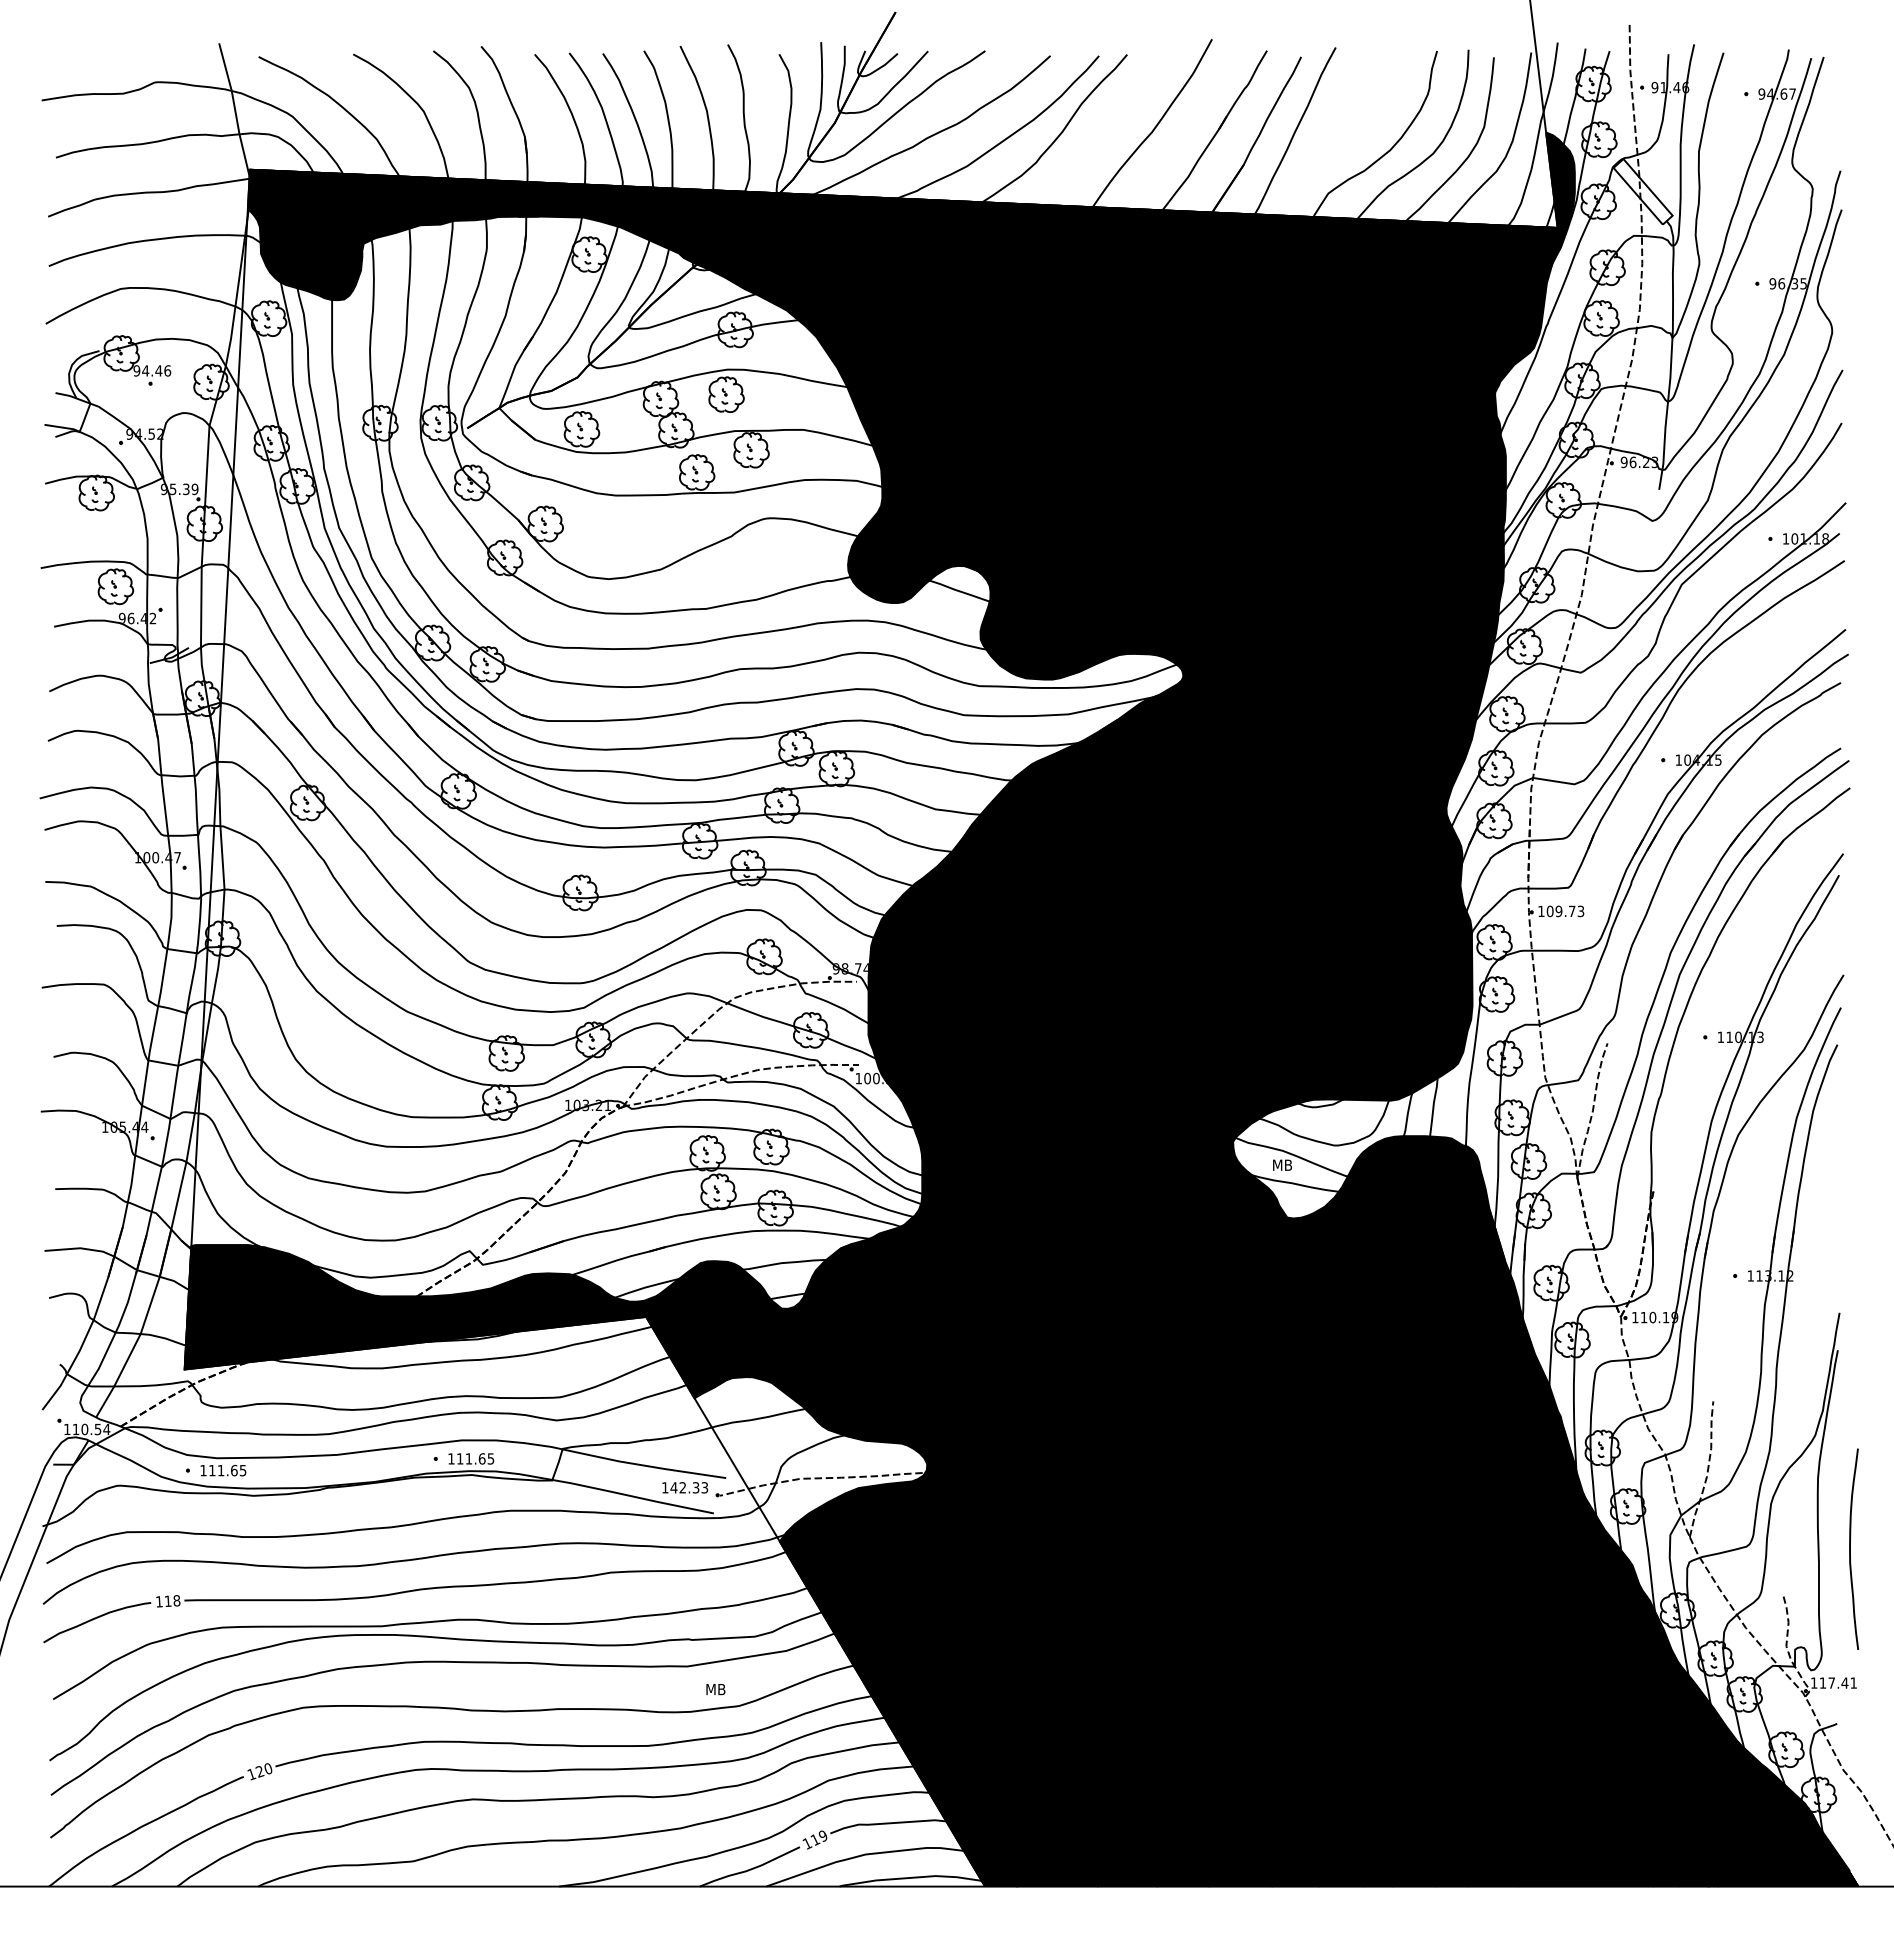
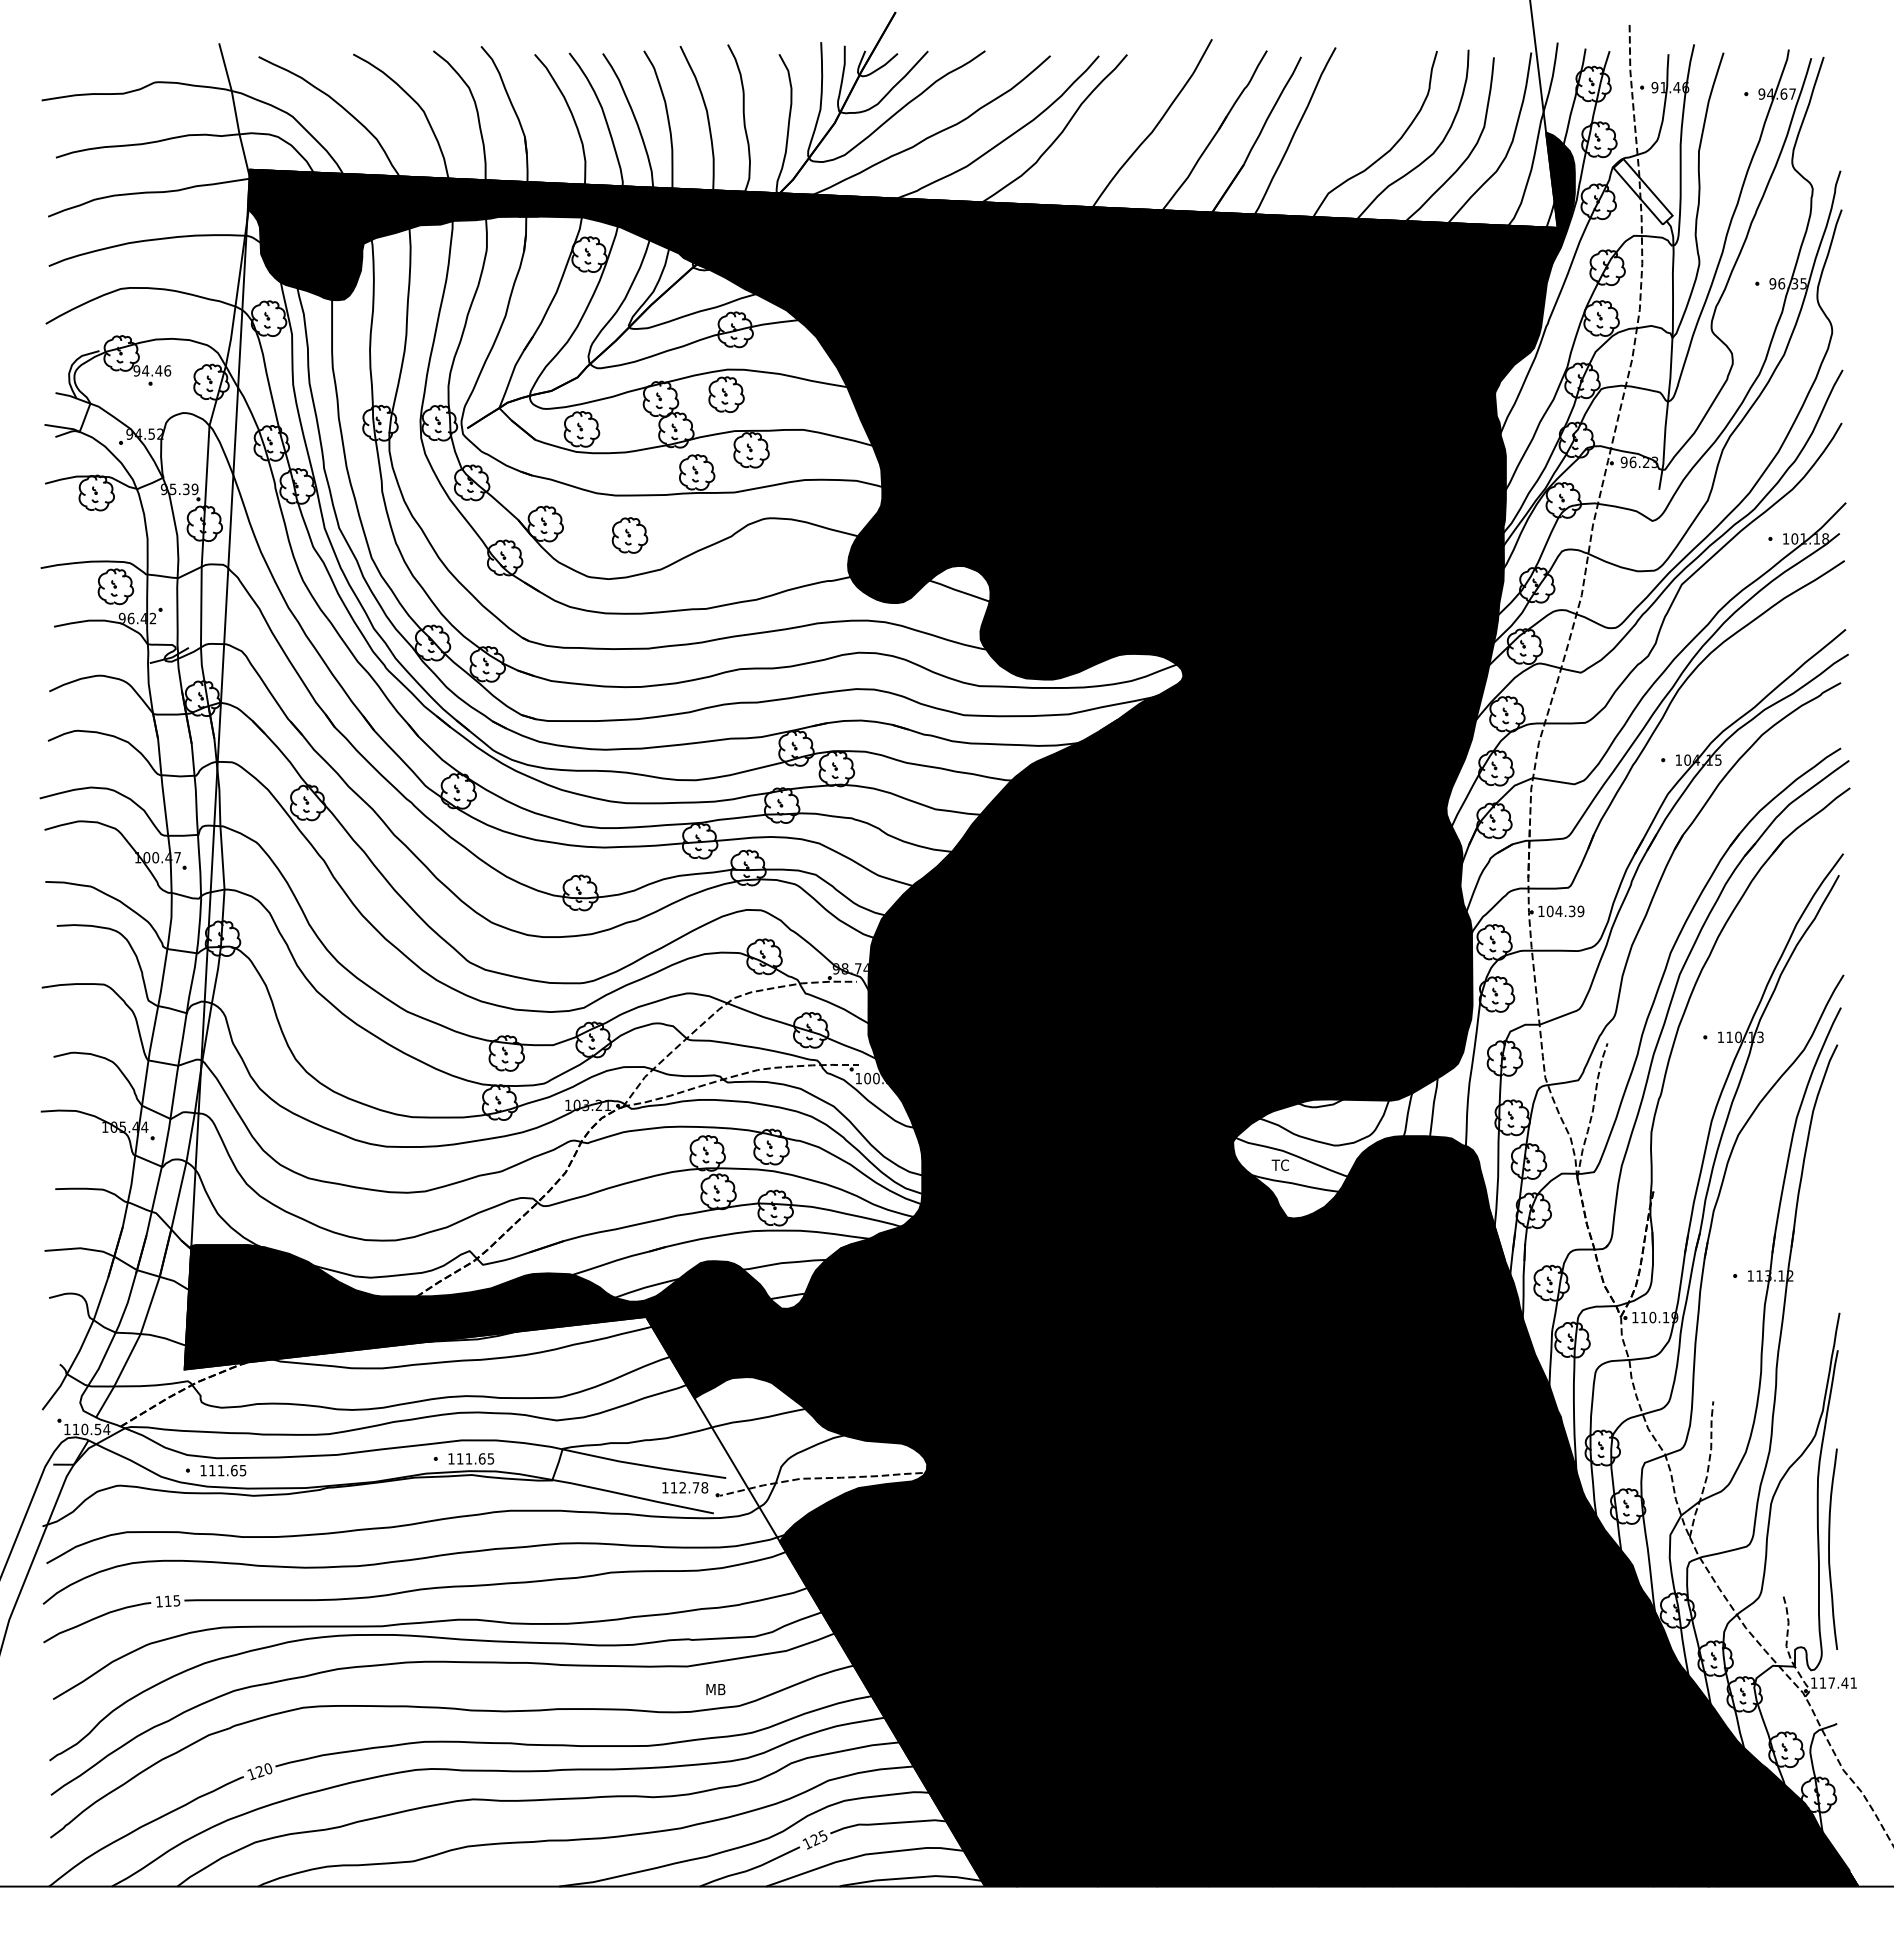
part at (629, 535): none -> present
text at (1569, 911): 109.73 -> 104.39
text at (1281, 1164): MB -> TC
text at (689, 1487): 142.33 -> 112.78
curve at (1850, 1548) position: (1850, 1548) -> (1829, 1548)
text at (176, 1600): 118 -> 115
text at (818, 1837): 119 -> 125
